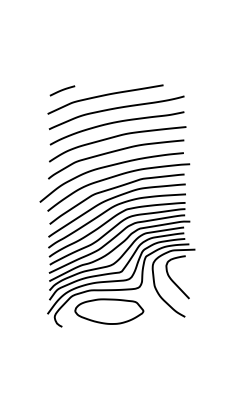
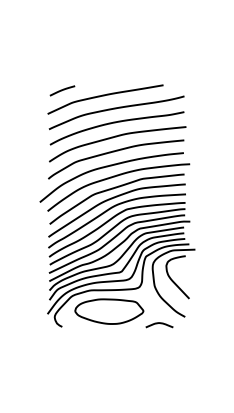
curve at (160, 324): none -> present
